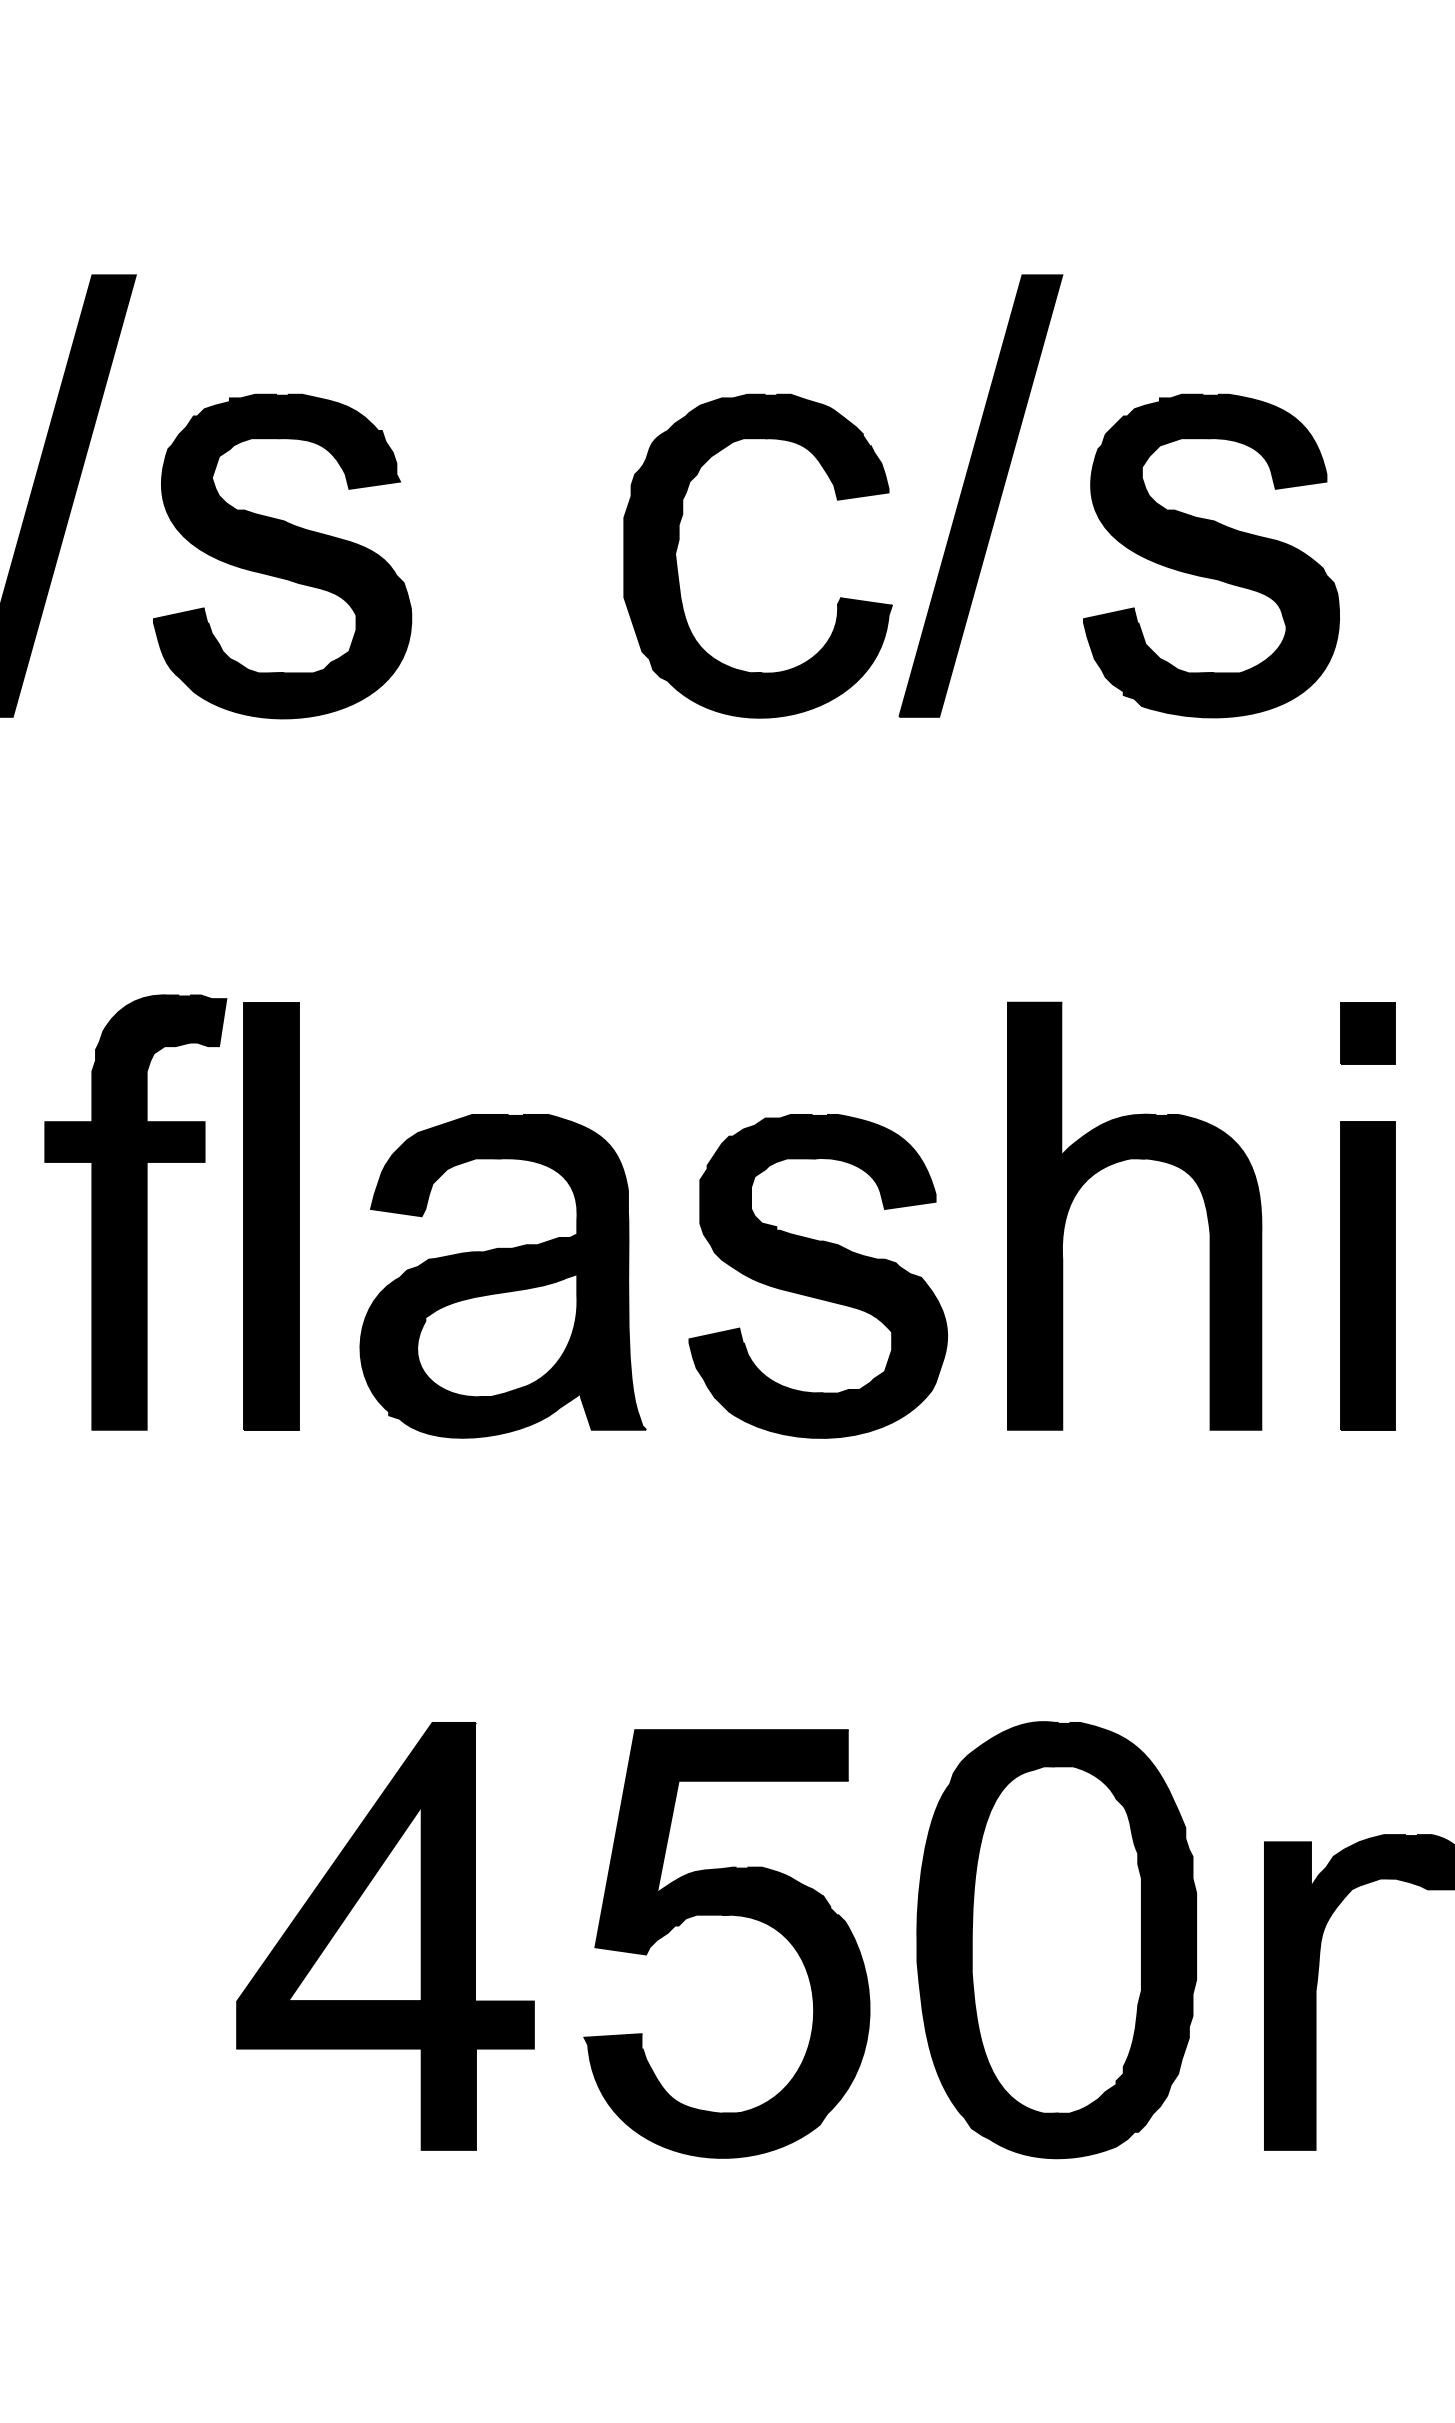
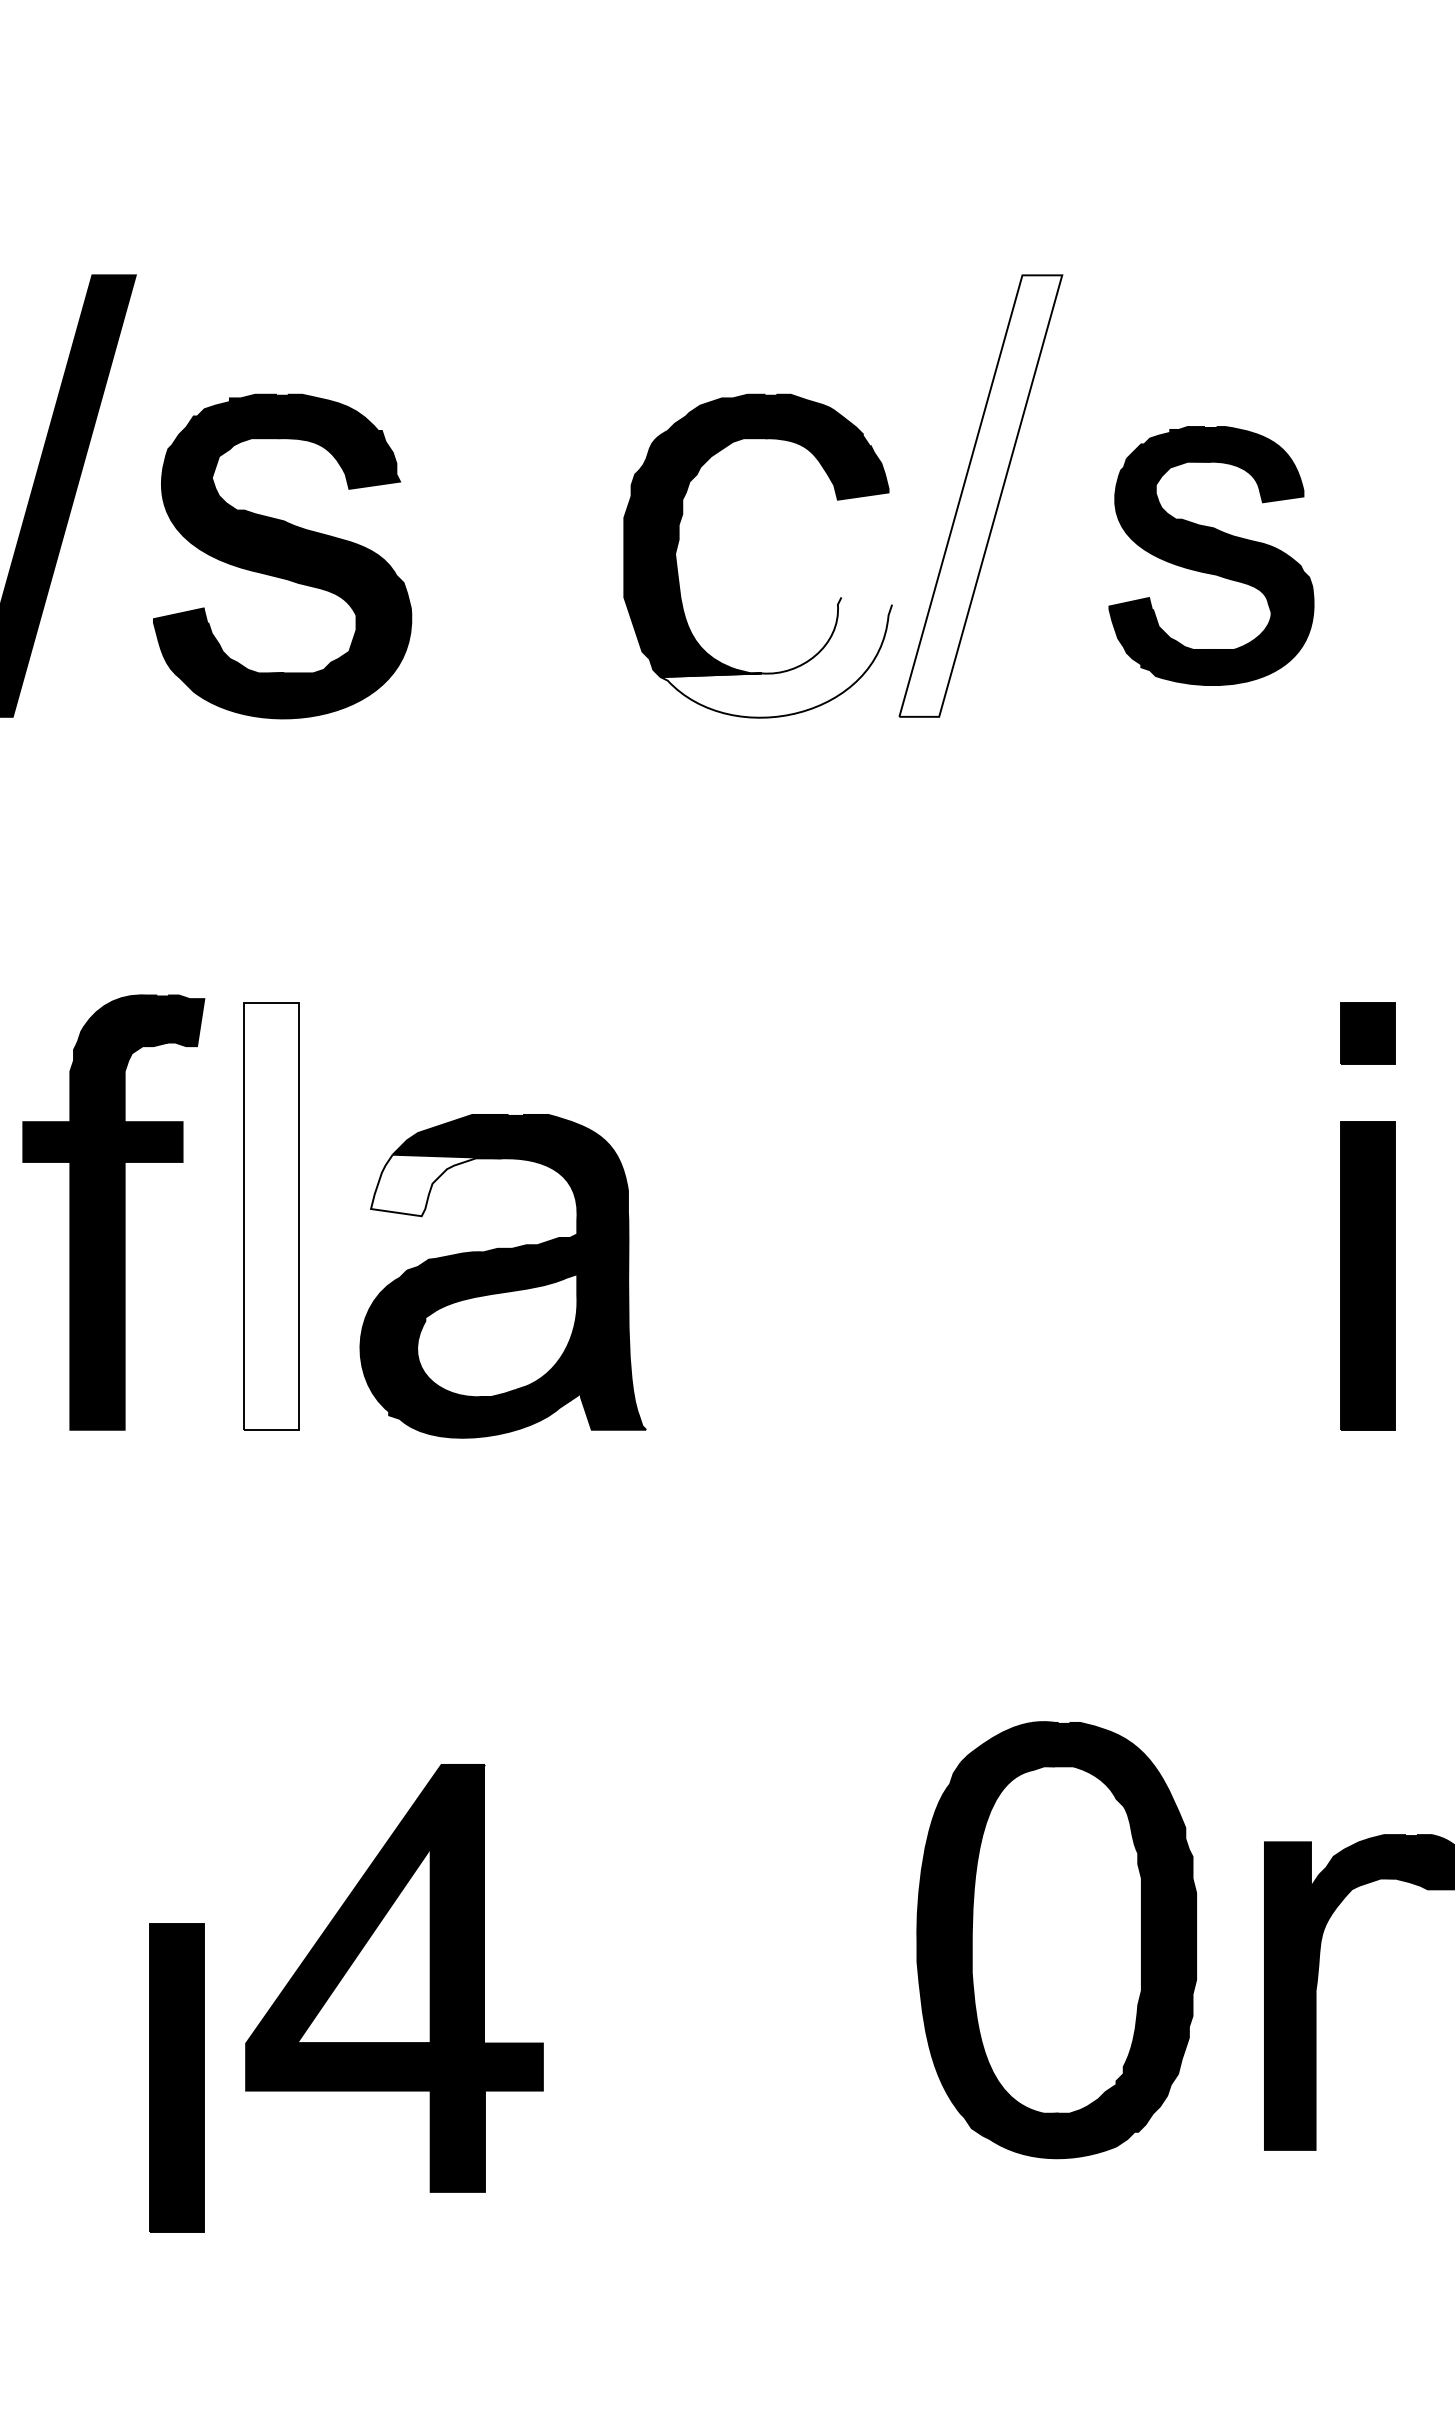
fill at (980, 495): present -> none
part at (1211, 555) size: 257x326 px -> 207x260 px
fill at (776, 657): present -> none
part at (1116, 1163): present -> none
fill at (436, 1185): present -> none
part at (135, 1212) position: (135, 1212) -> (113, 1212)
fill at (271, 1215): present -> none
part at (817, 1276): present -> none
part at (726, 1915): present -> none
part at (385, 1936) position: (385, 1936) -> (394, 1978)
part at (176, 2077): none -> present
